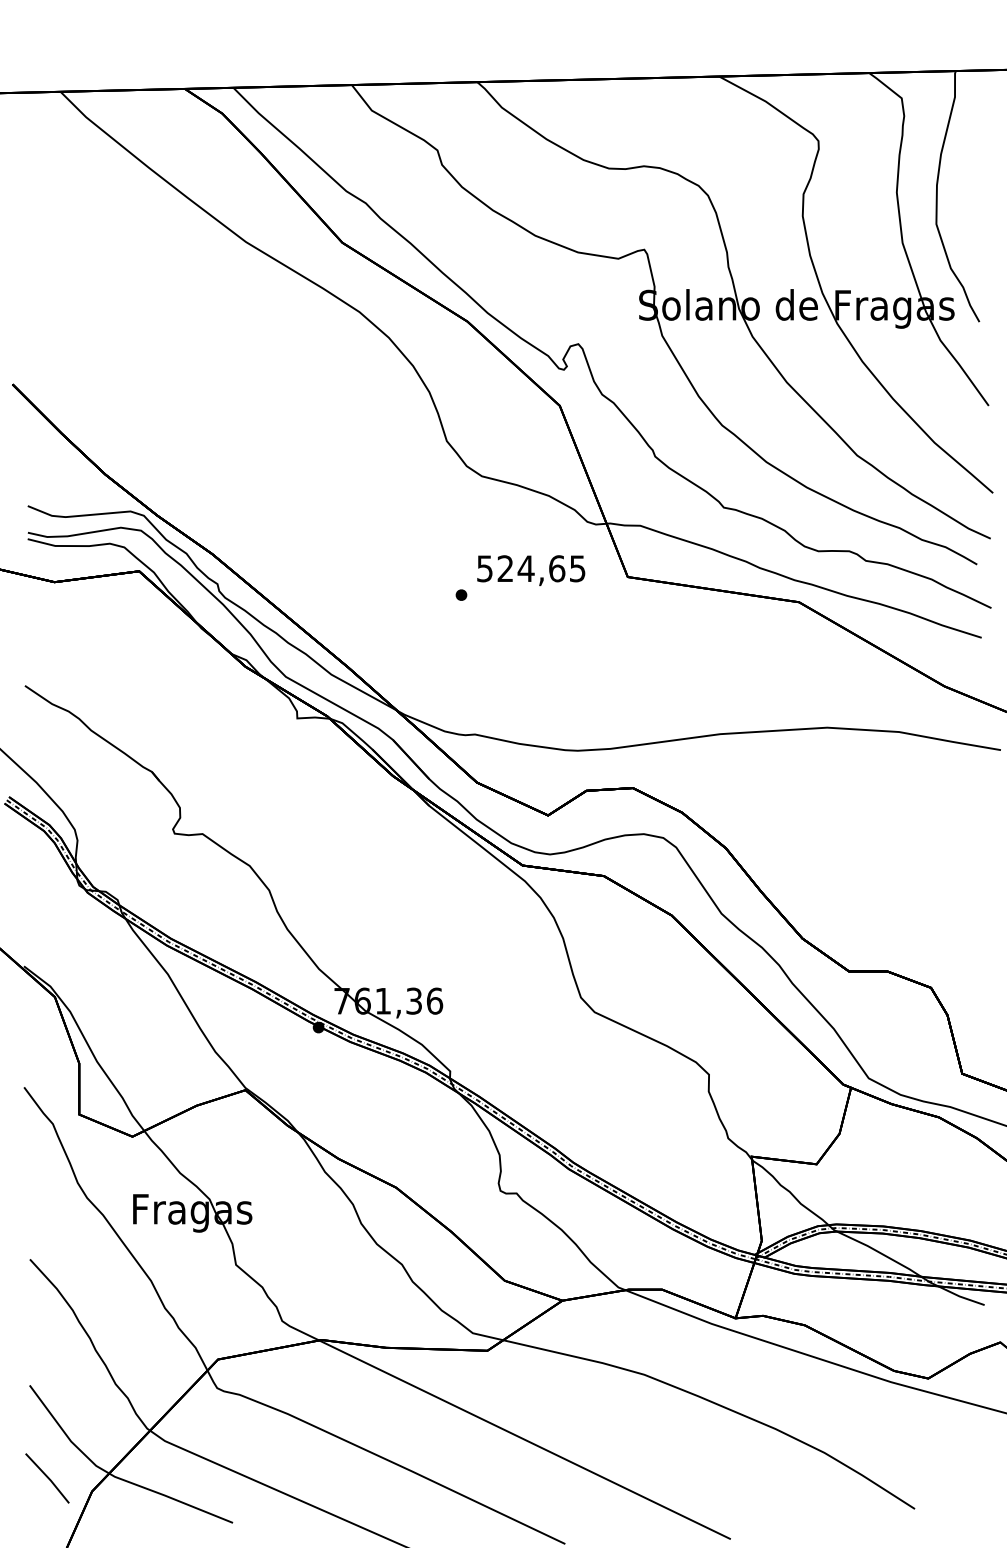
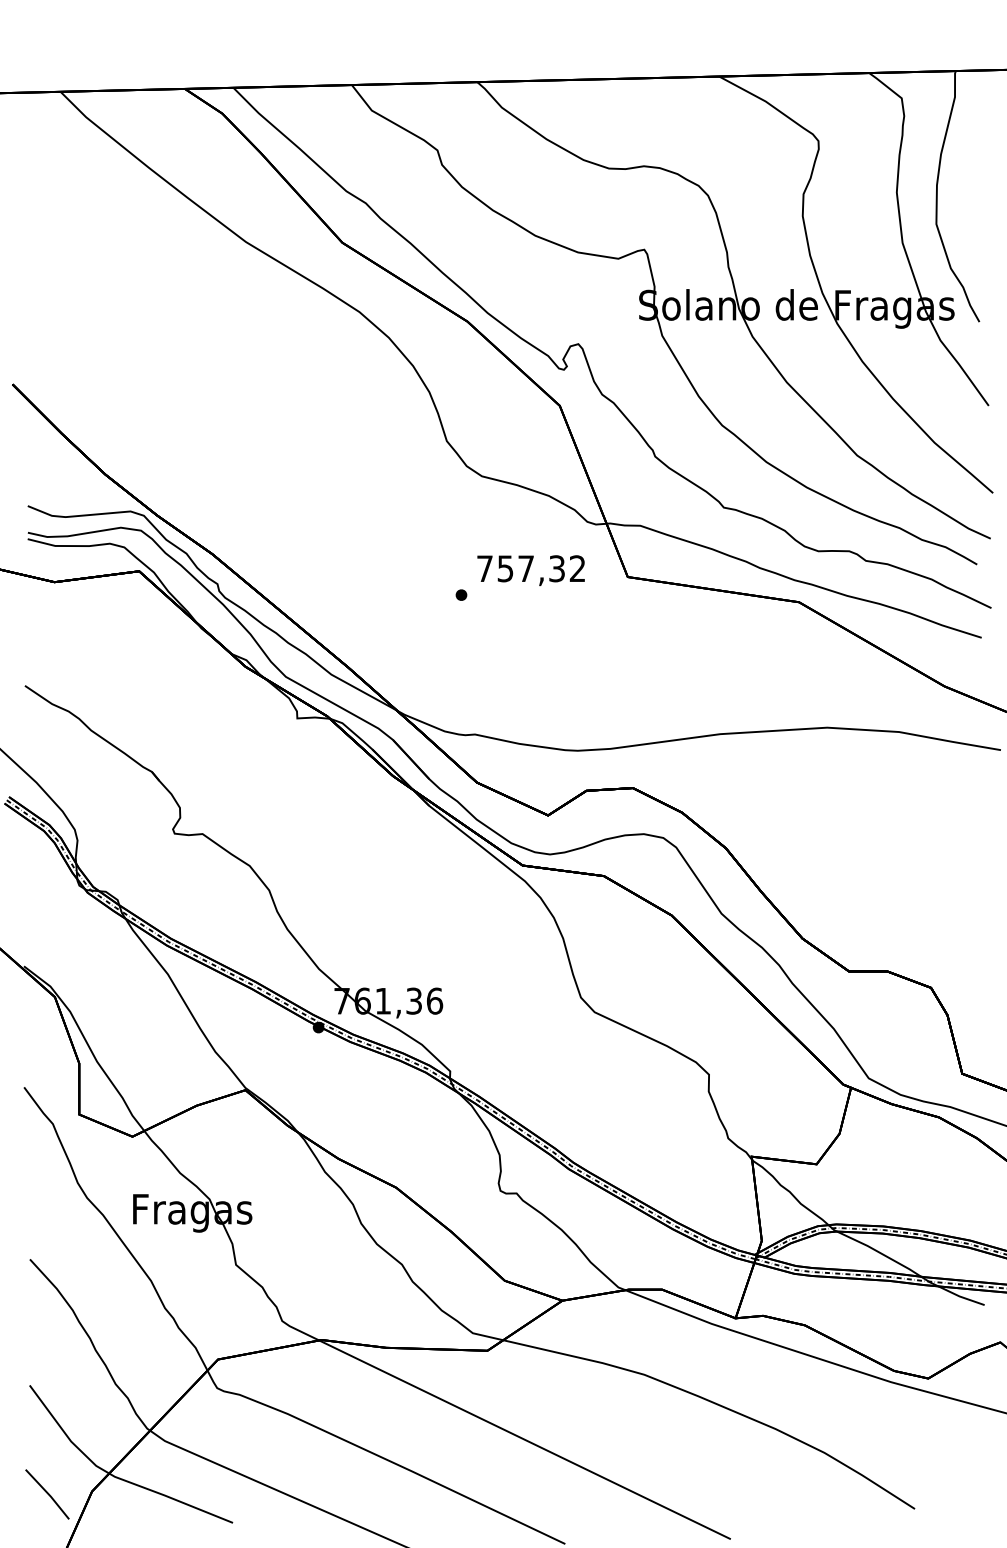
text at (531, 568): 524,65 -> 757,32
line at (47, 1478) position: (47, 1478) -> (47, 1494)
